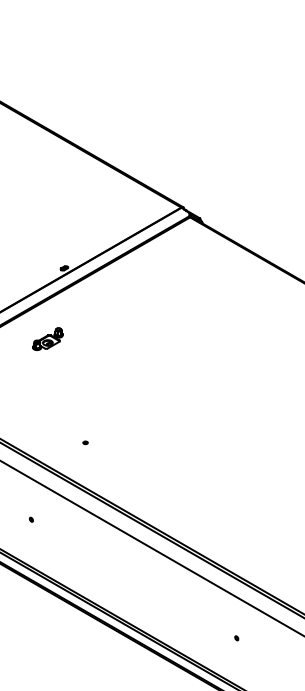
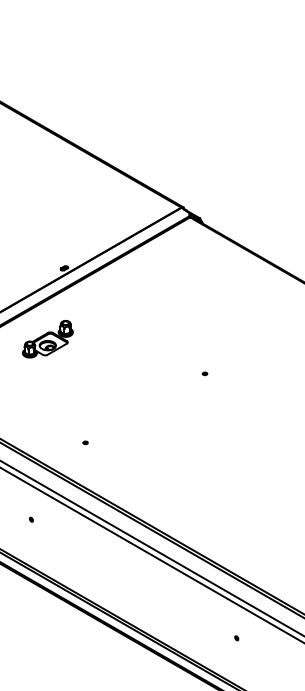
part at (47, 338) size: 32x24 px -> 52x40 px
part at (204, 373): none -> present
line at (151, 554): none -> present
